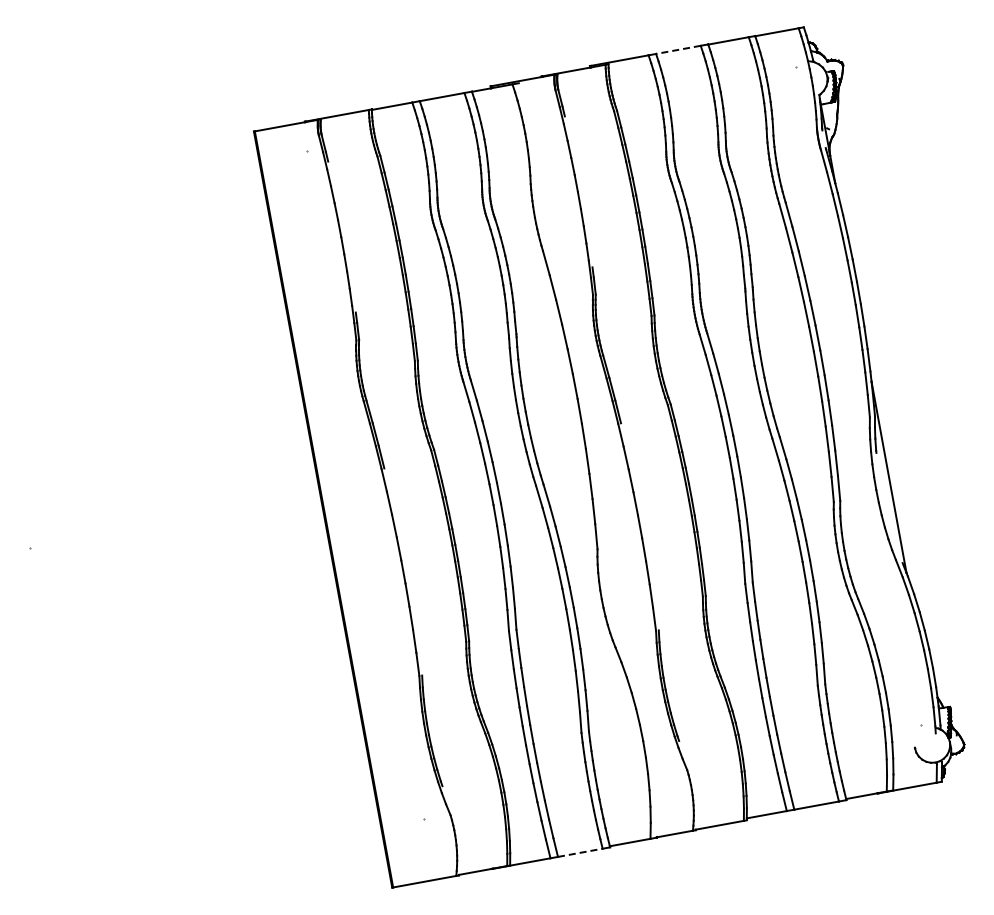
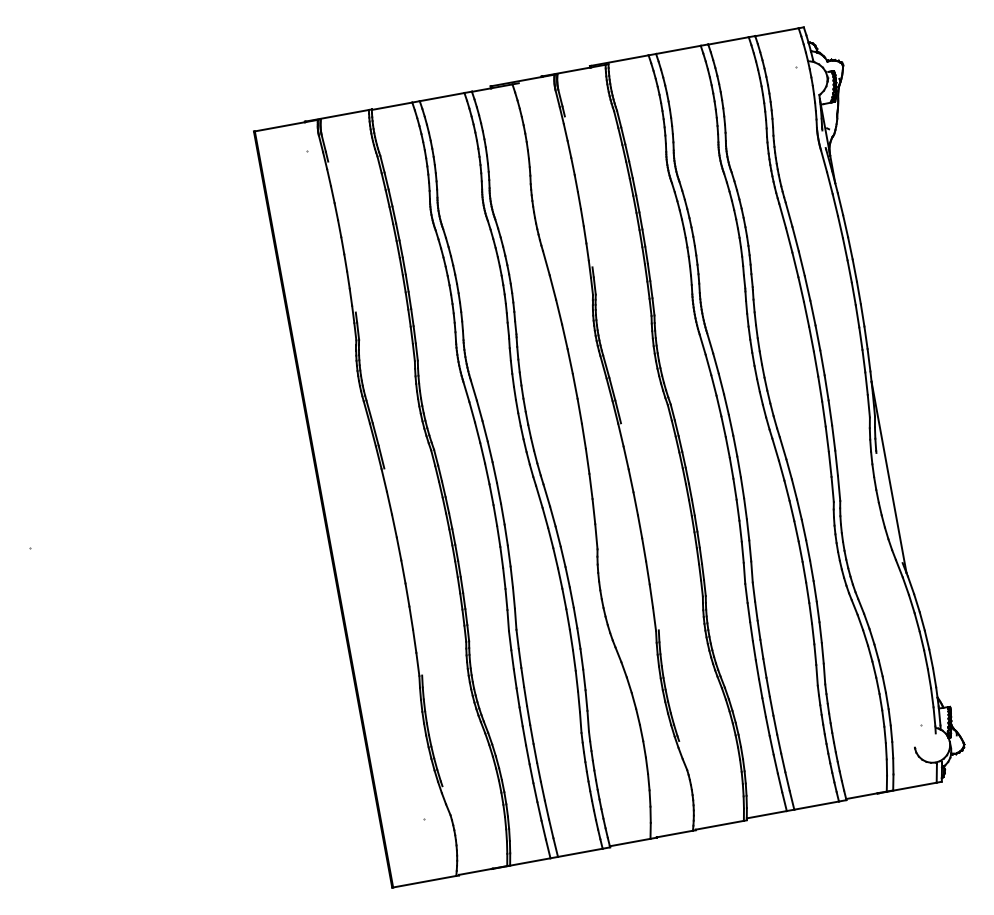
line at (678, 49): dashed -> solid
line at (580, 852): dashed -> solid
